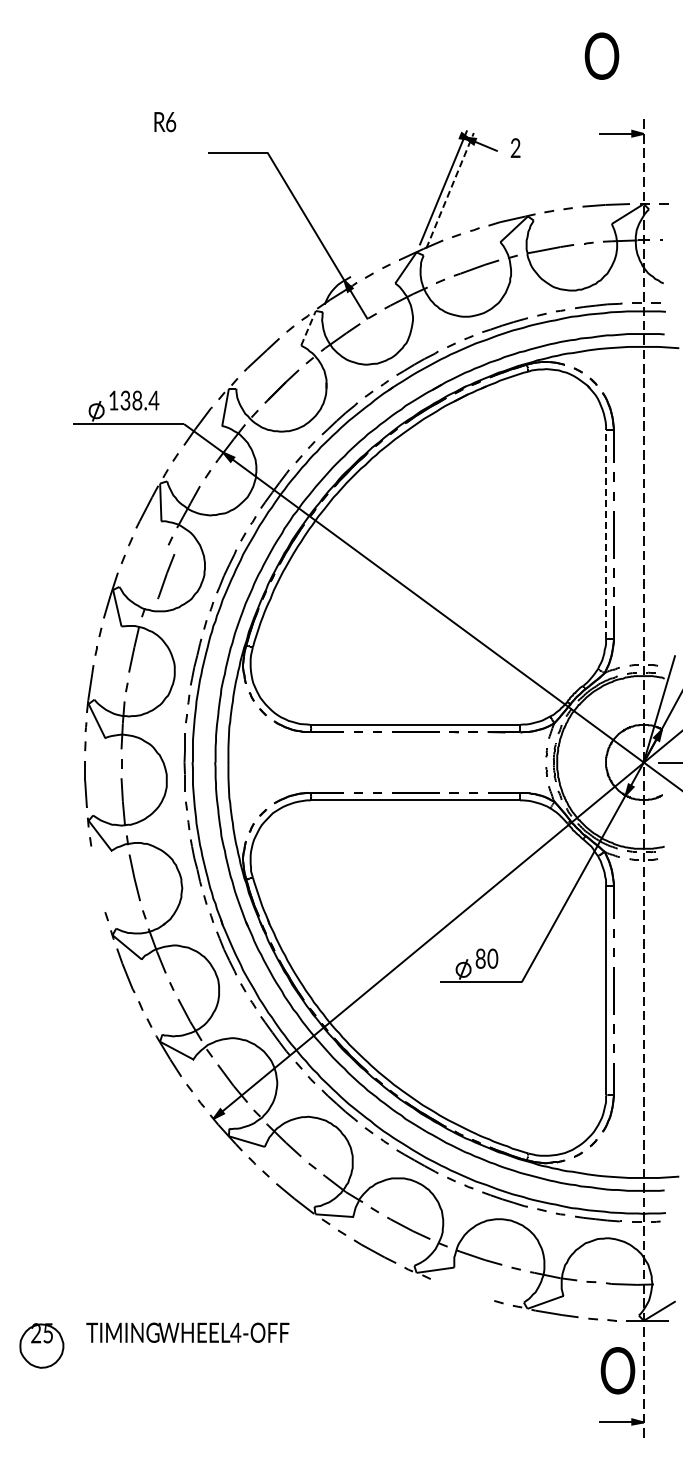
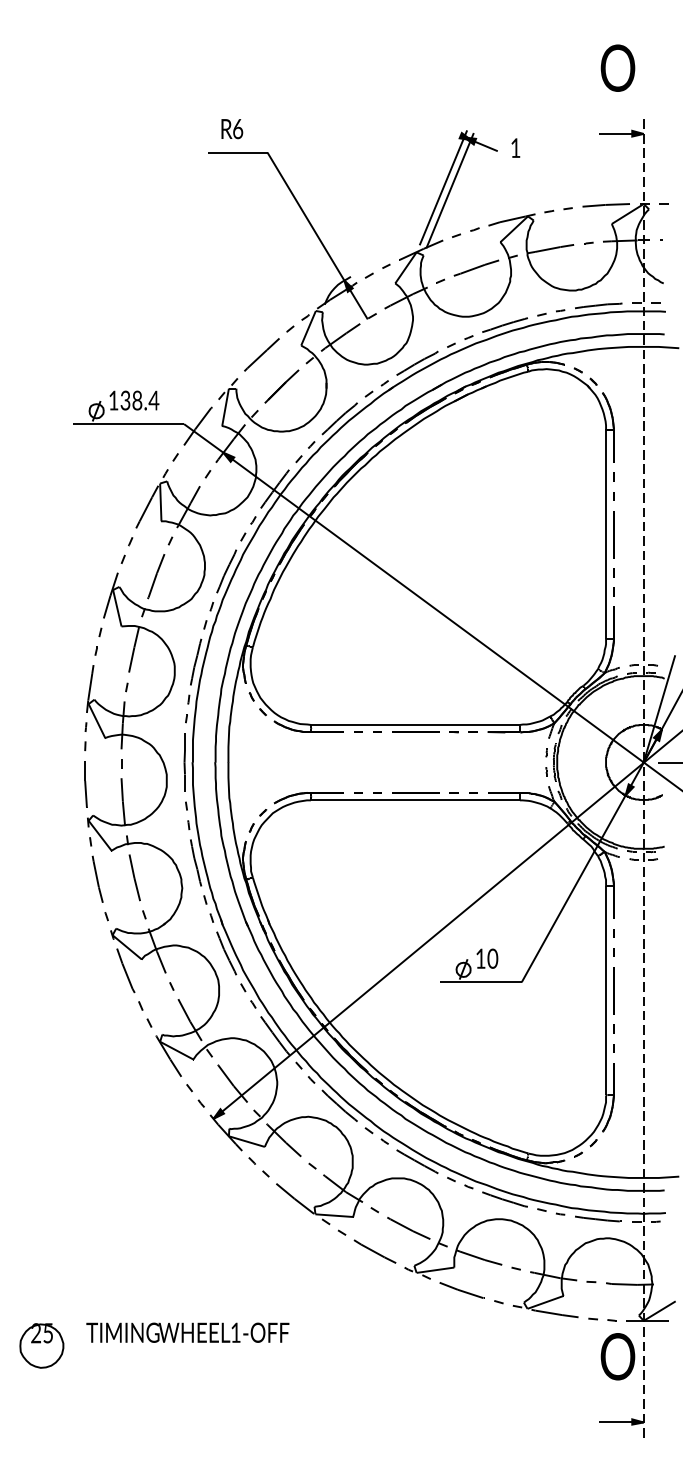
text at (601, 55) position: (601, 55) -> (617, 67)
text at (165, 122) position: (165, 122) -> (232, 129)
text at (515, 147): 2 -> 1
line at (450, 190): dashed -> solid
line at (308, 328): dashed -> solid
line at (606, 534): dashed -> solid
line at (166, 576) position: (166, 576) -> (156, 576)
line at (97, 878): none -> present
text at (480, 958): 80 -> 10
line at (461, 1290): none -> present
text at (235, 1332): 4-OFF -> 1-OFF
text at (617, 1370) position: (617, 1370) -> (617, 1356)
